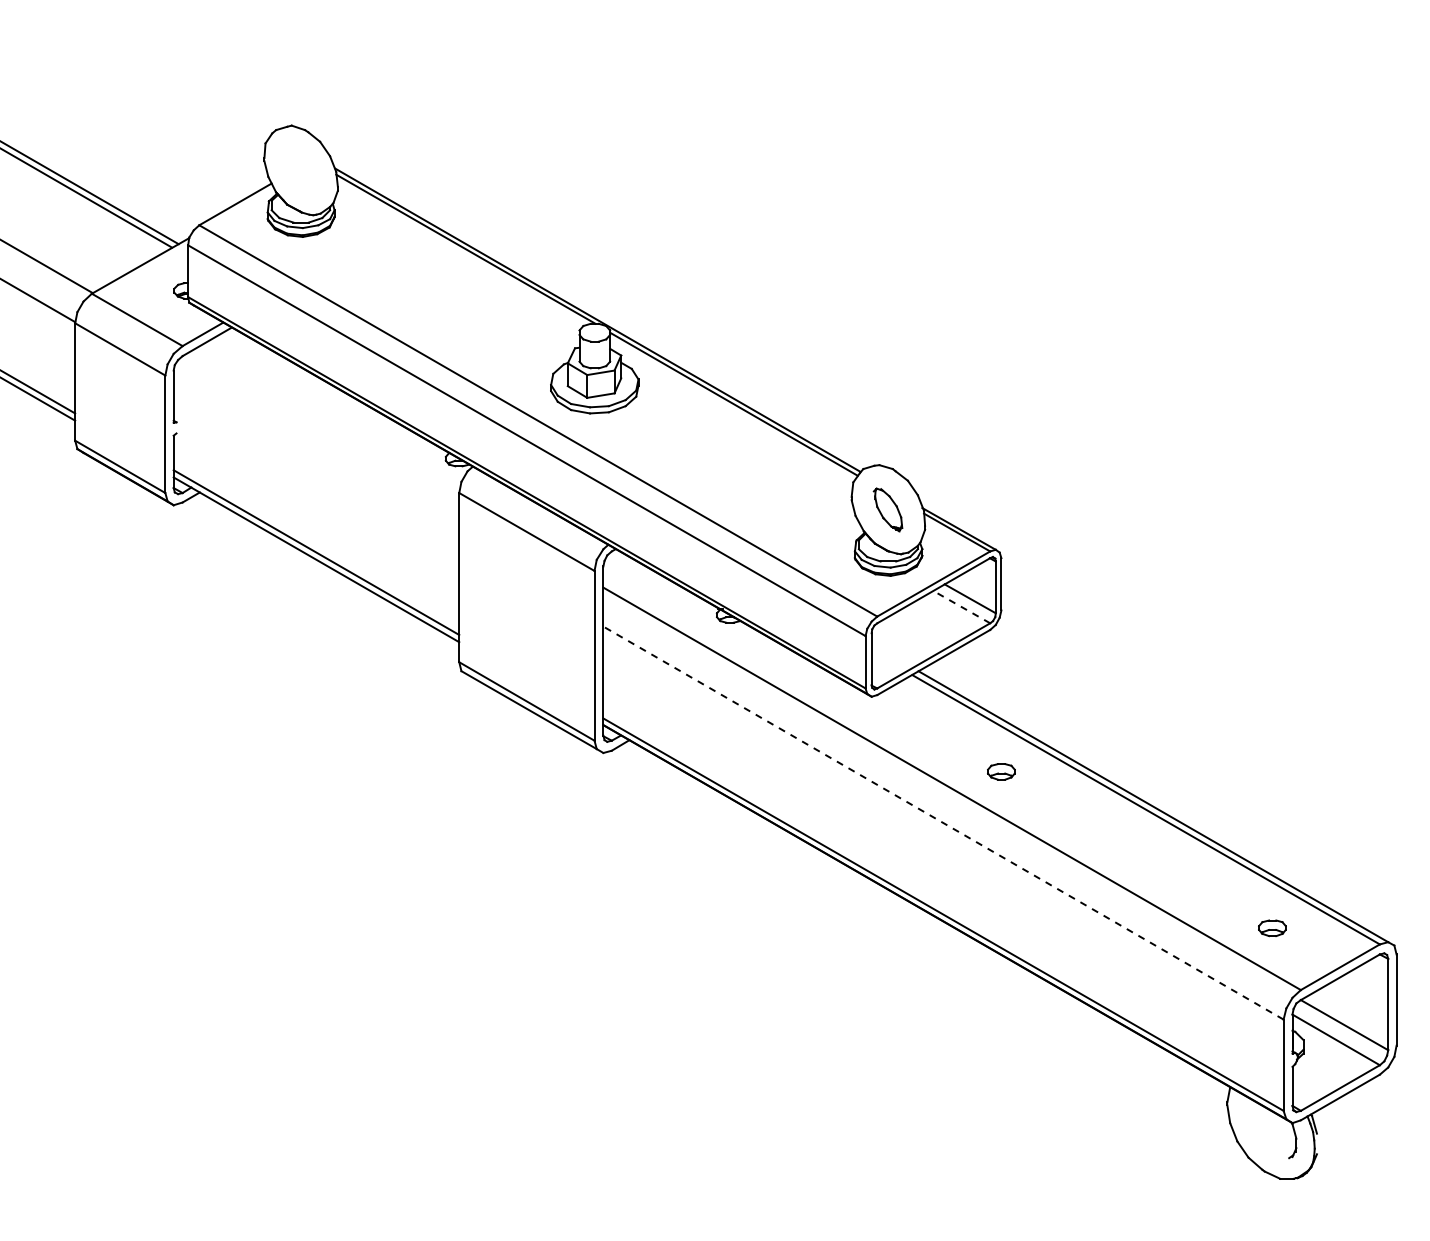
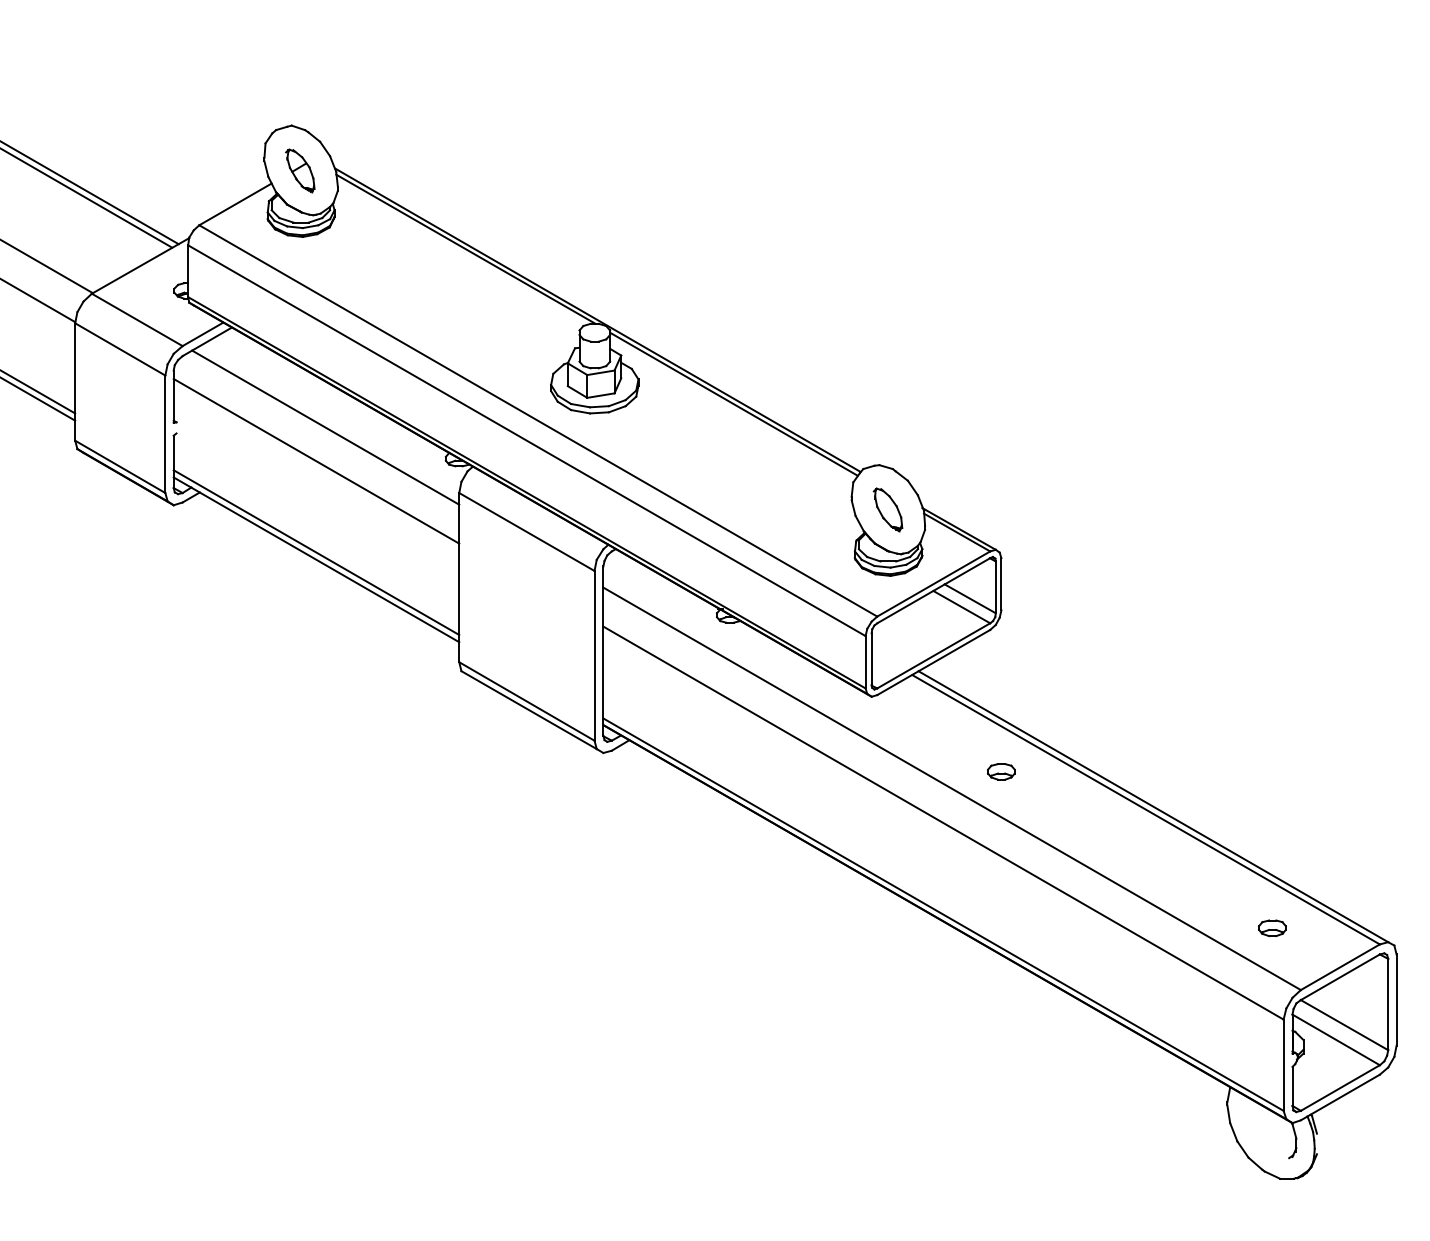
part at (300, 170): none -> present
line at (325, 427): none -> present
line at (316, 460): none -> present
line at (961, 607): dashed -> solid
line at (943, 823): dashed -> solid
